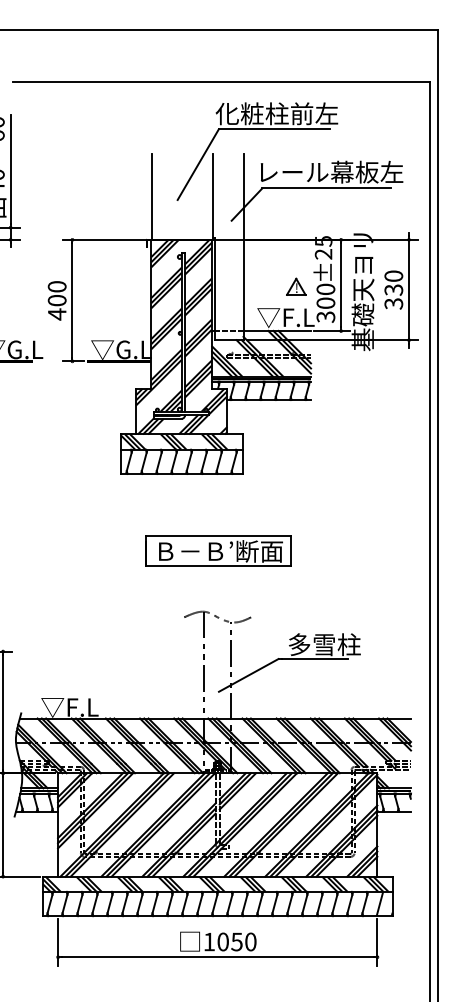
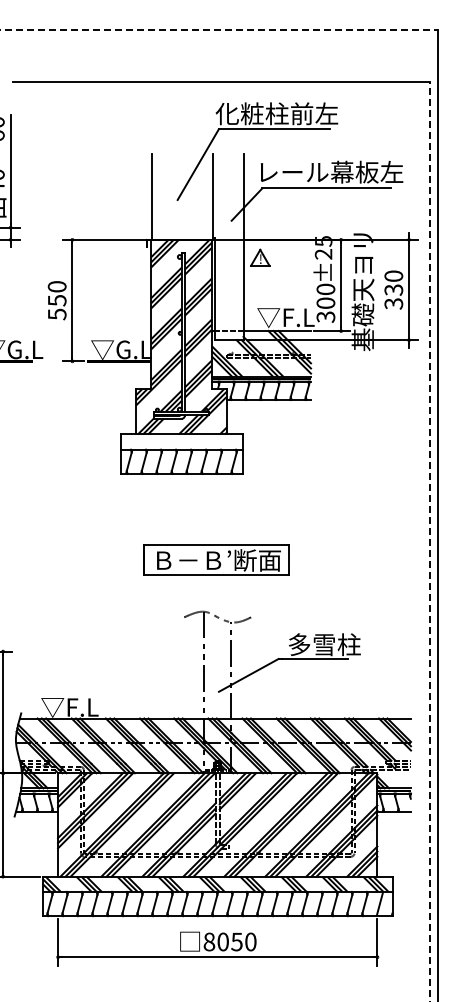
line at (219, 30): solid -> dashed
part at (296, 286) position: (296, 286) -> (260, 257)
text at (56, 307): 400 -> 550
hatch at (173, 441): present -> none
line at (430, 541): solid -> dashed
part at (218, 550) position: (218, 550) -> (216, 559)
text at (209, 941): 1050 -> 8050
